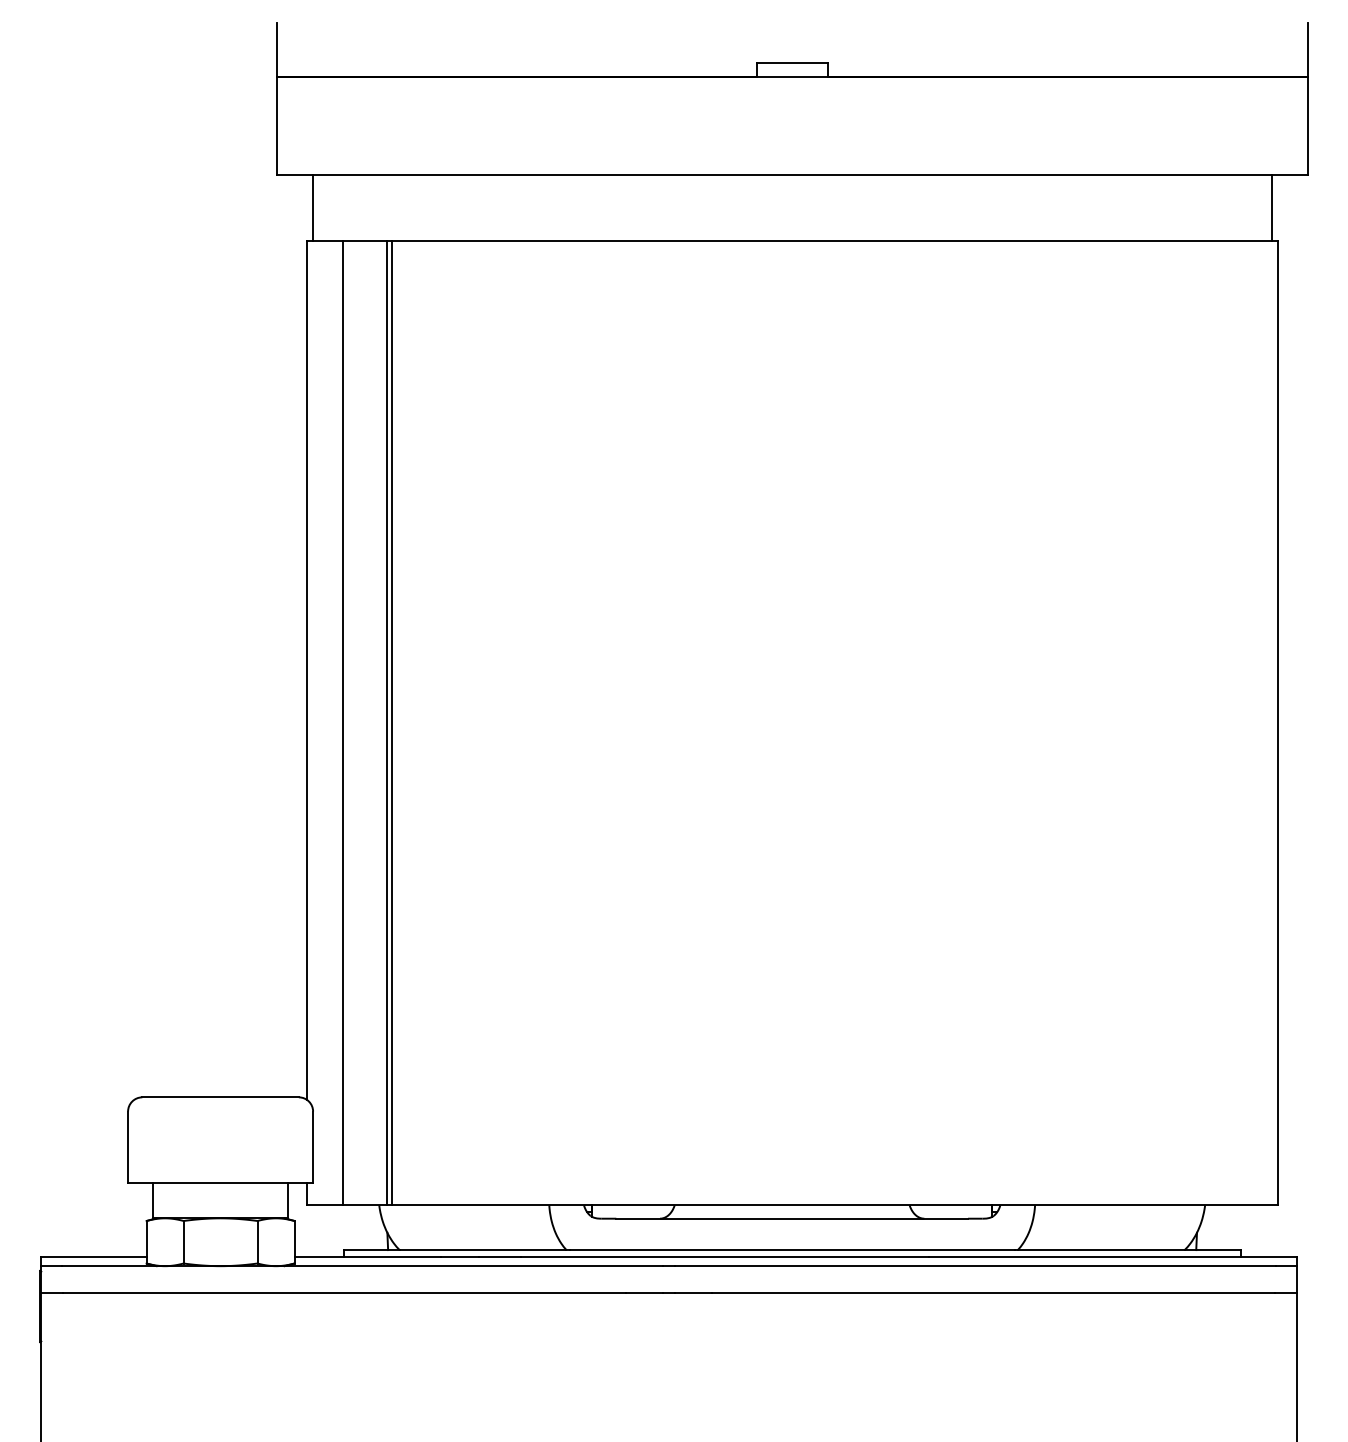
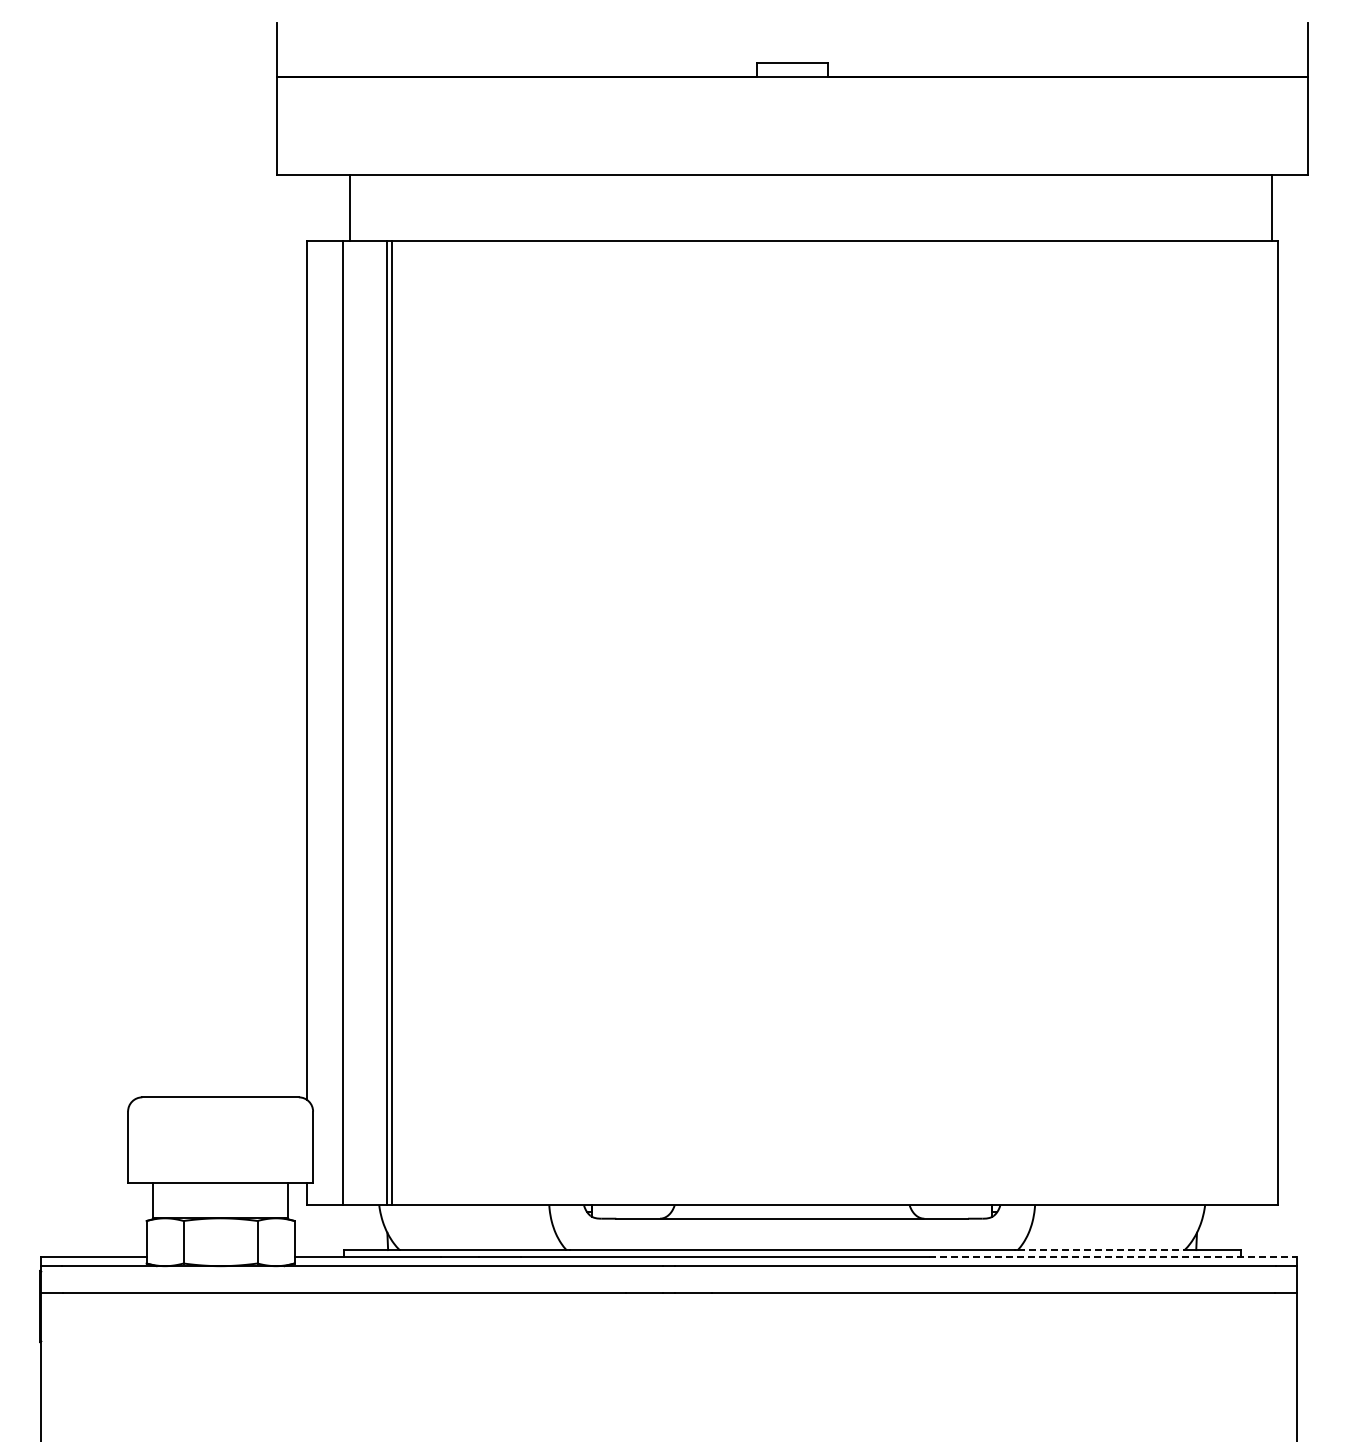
line at (312, 208) position: (312, 208) -> (349, 208)
line at (1101, 1250): solid -> dashed
line at (1112, 1257): solid -> dashed
